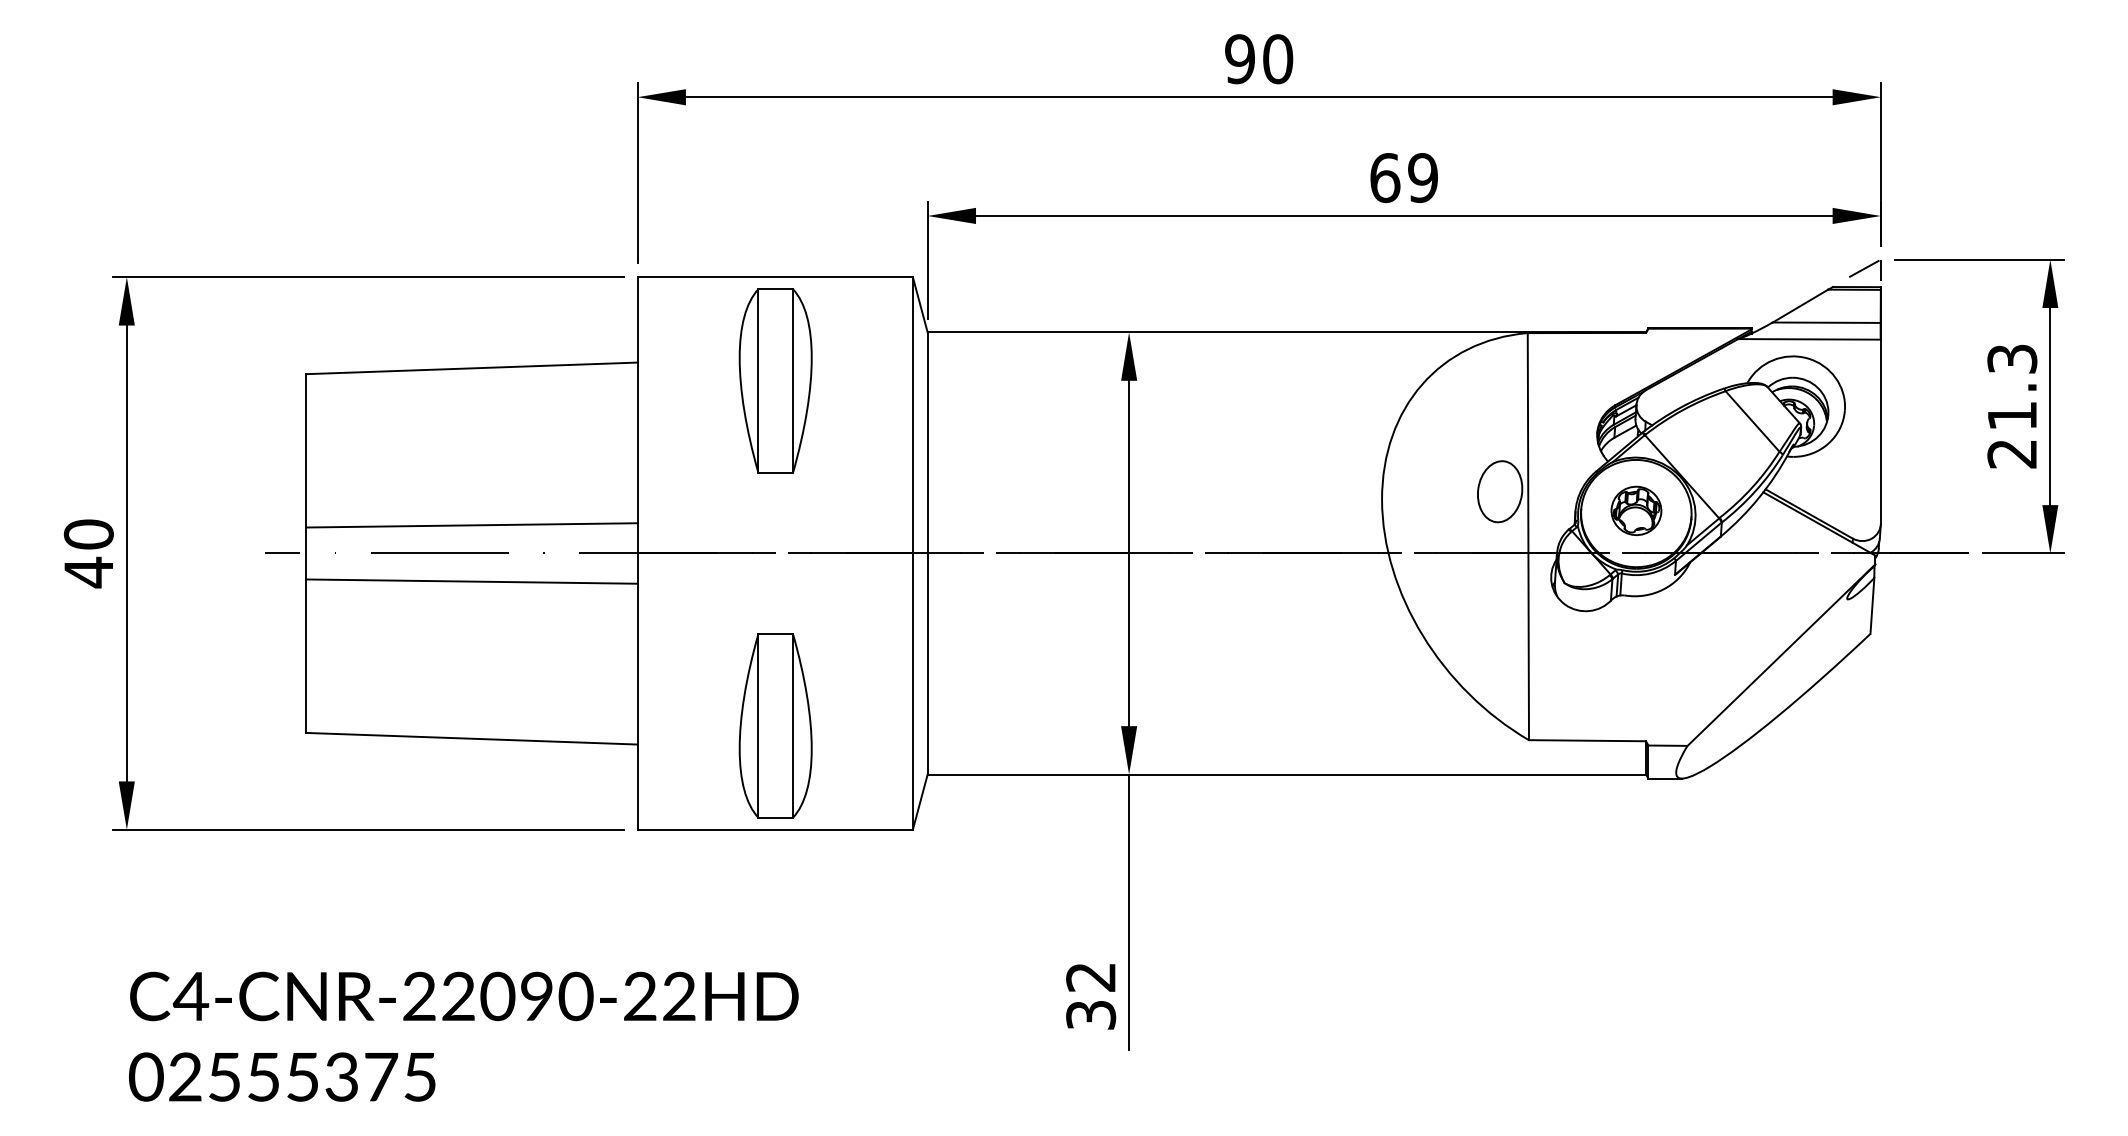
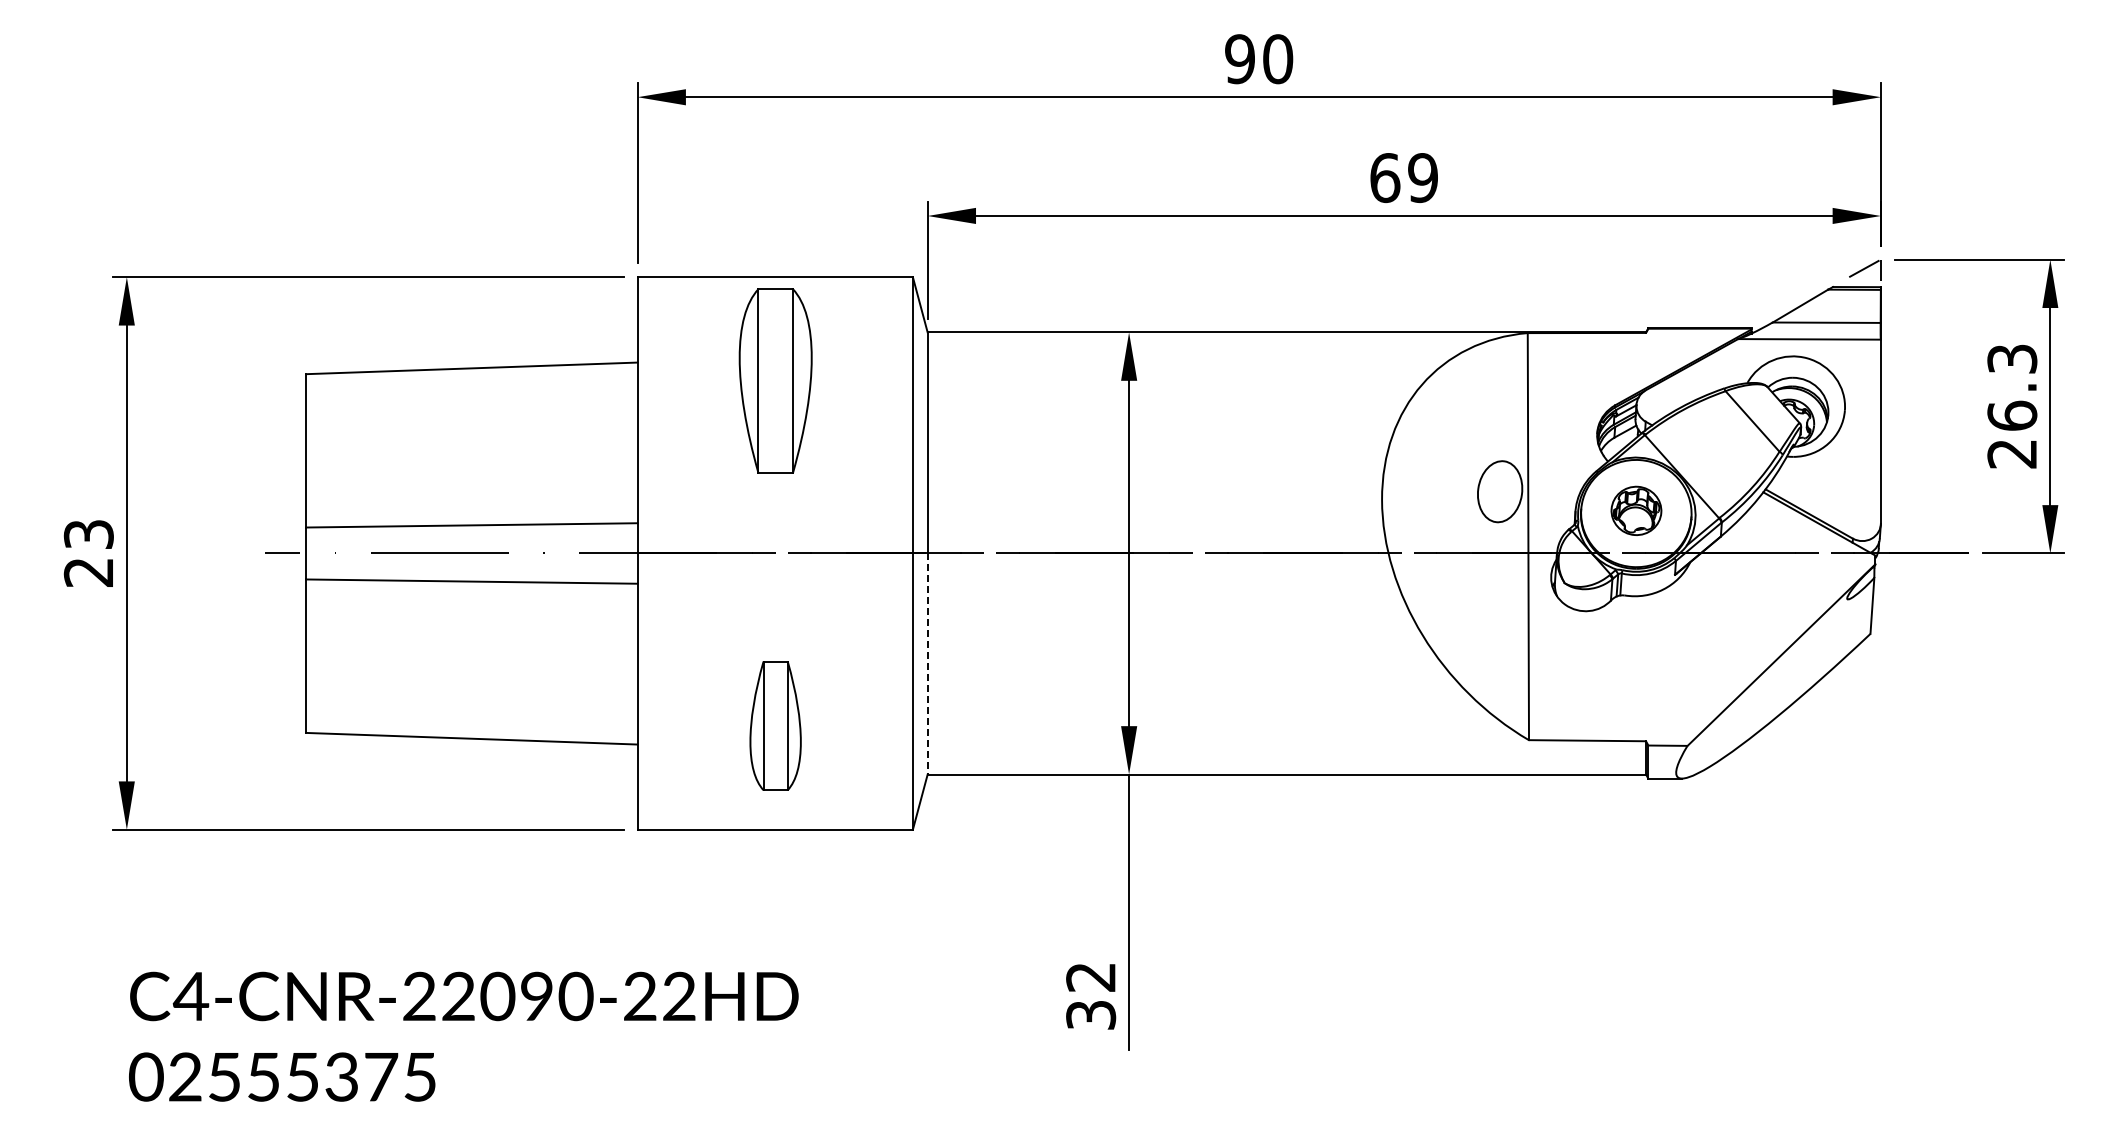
text at (2012, 415): 21.3 -> 26.3
text at (88, 553): 40 -> 23
line at (927, 664): solid -> dashed
part at (775, 725) size: 75x186 px -> 53x130 px
